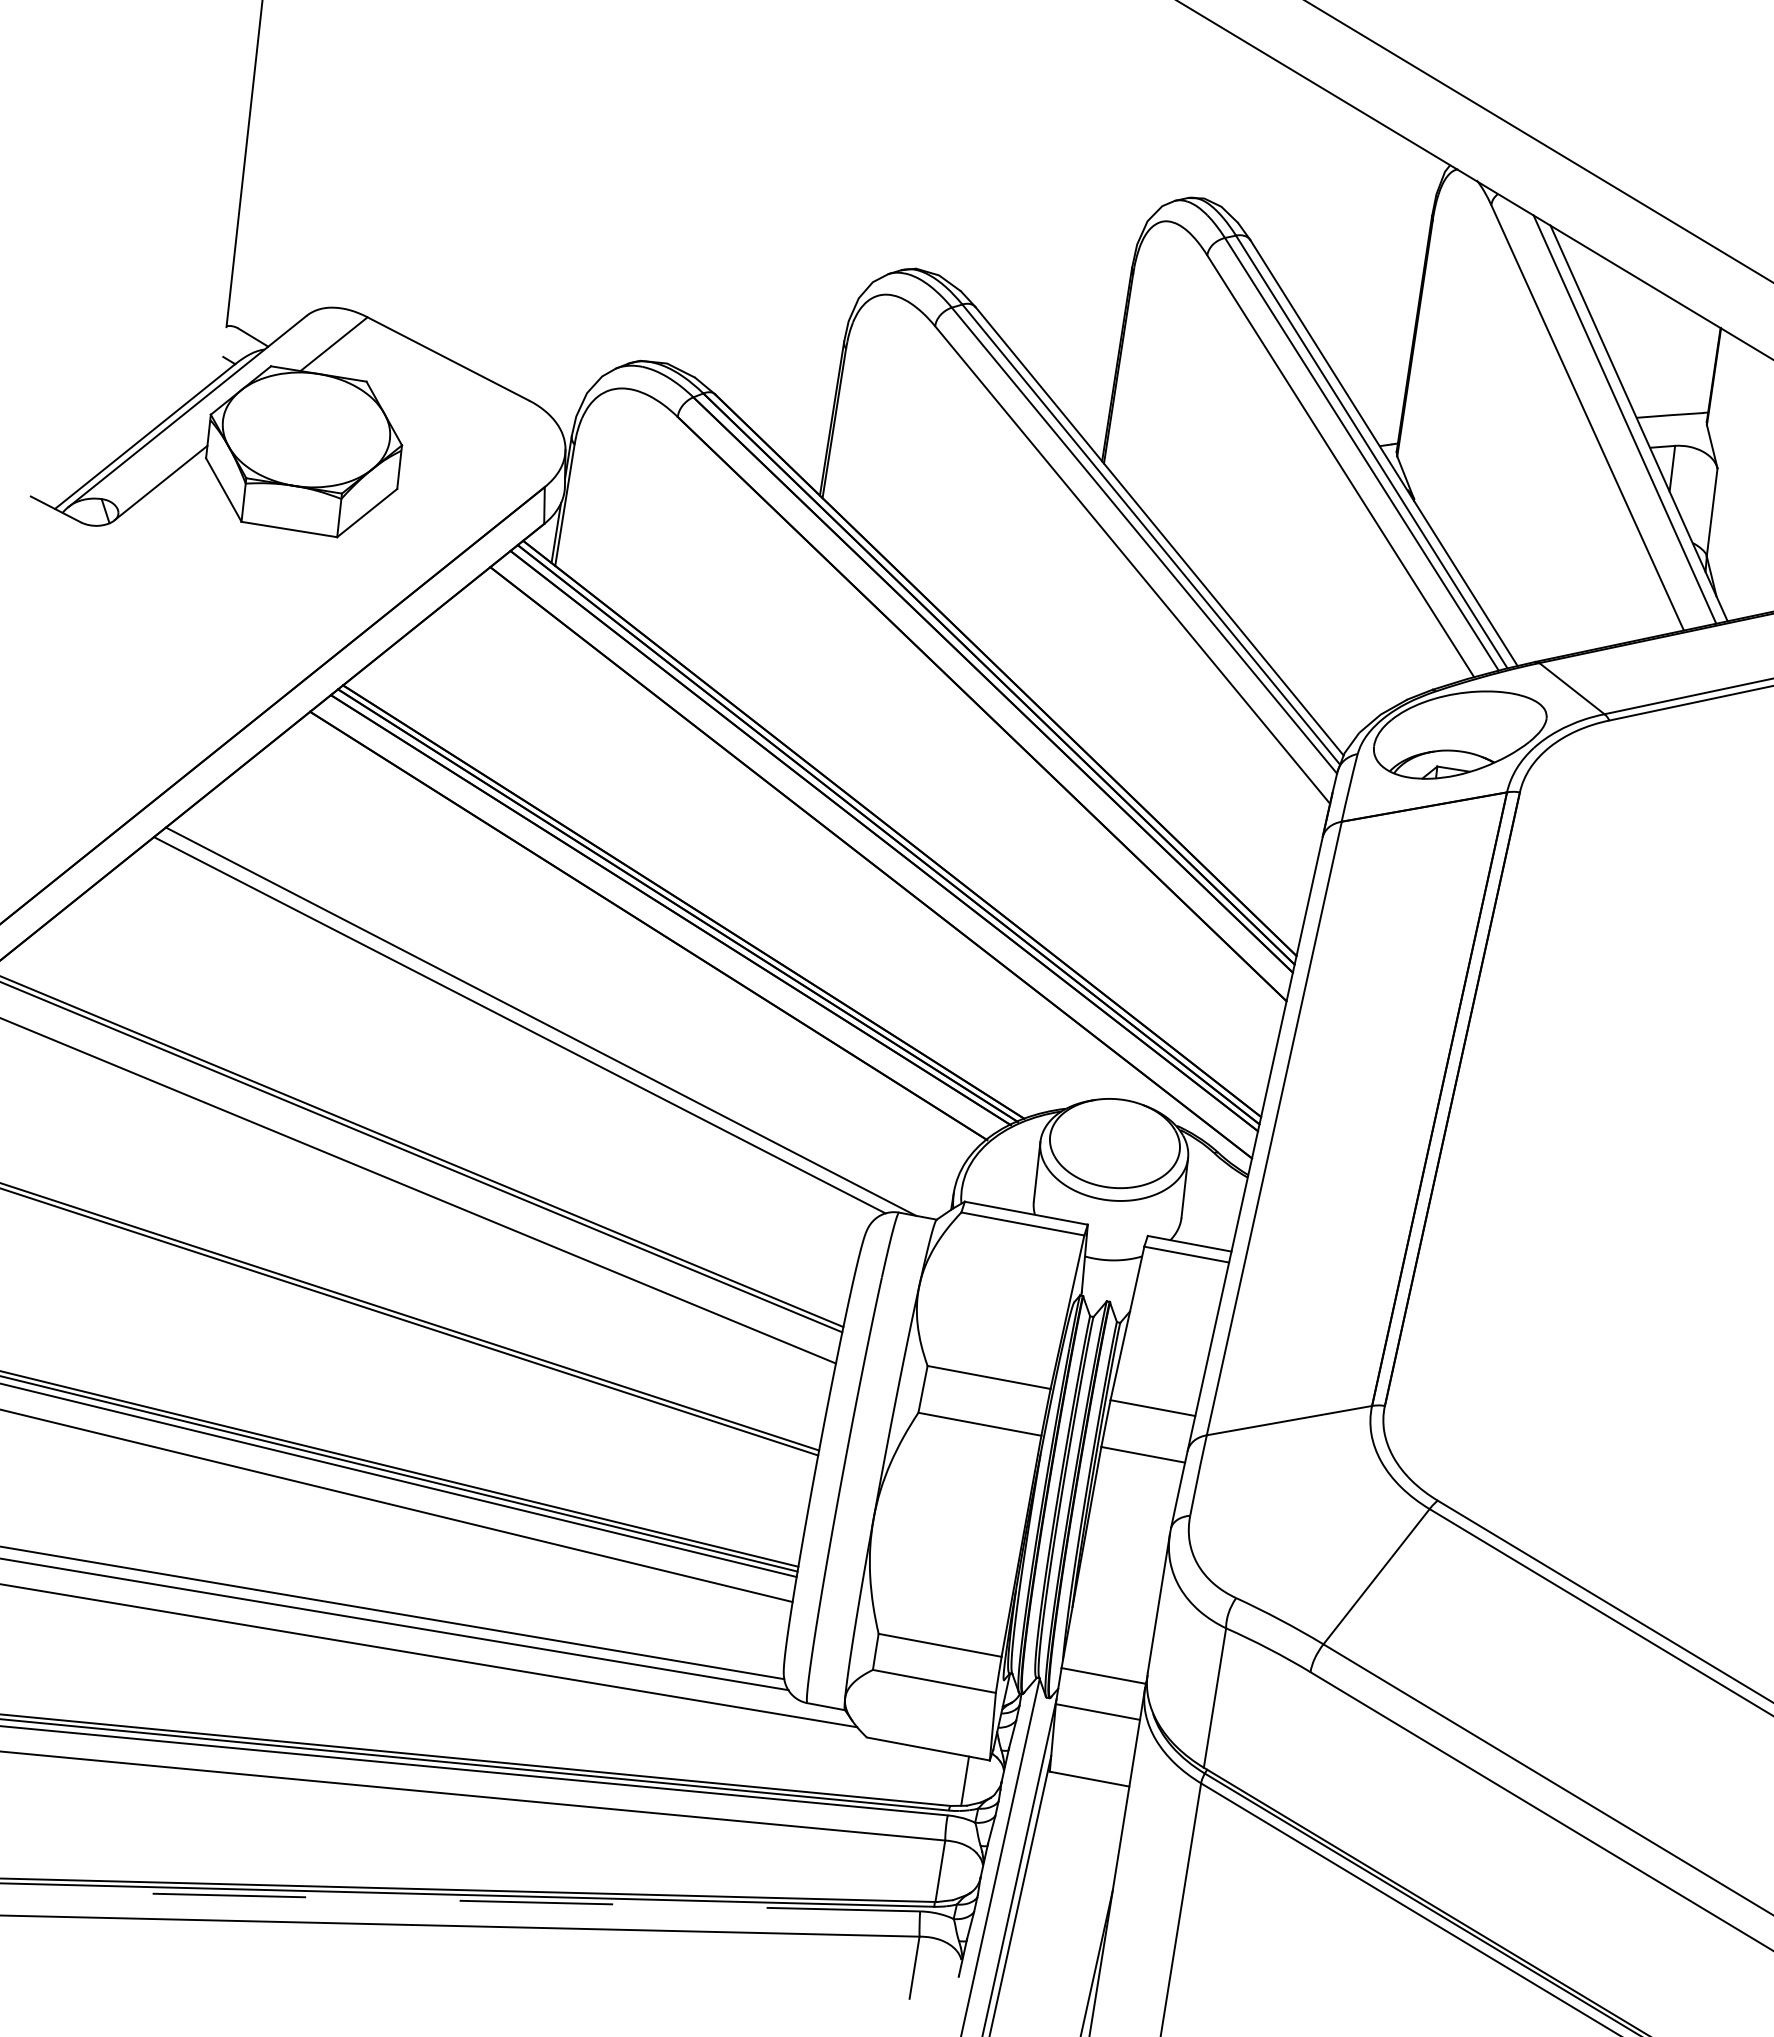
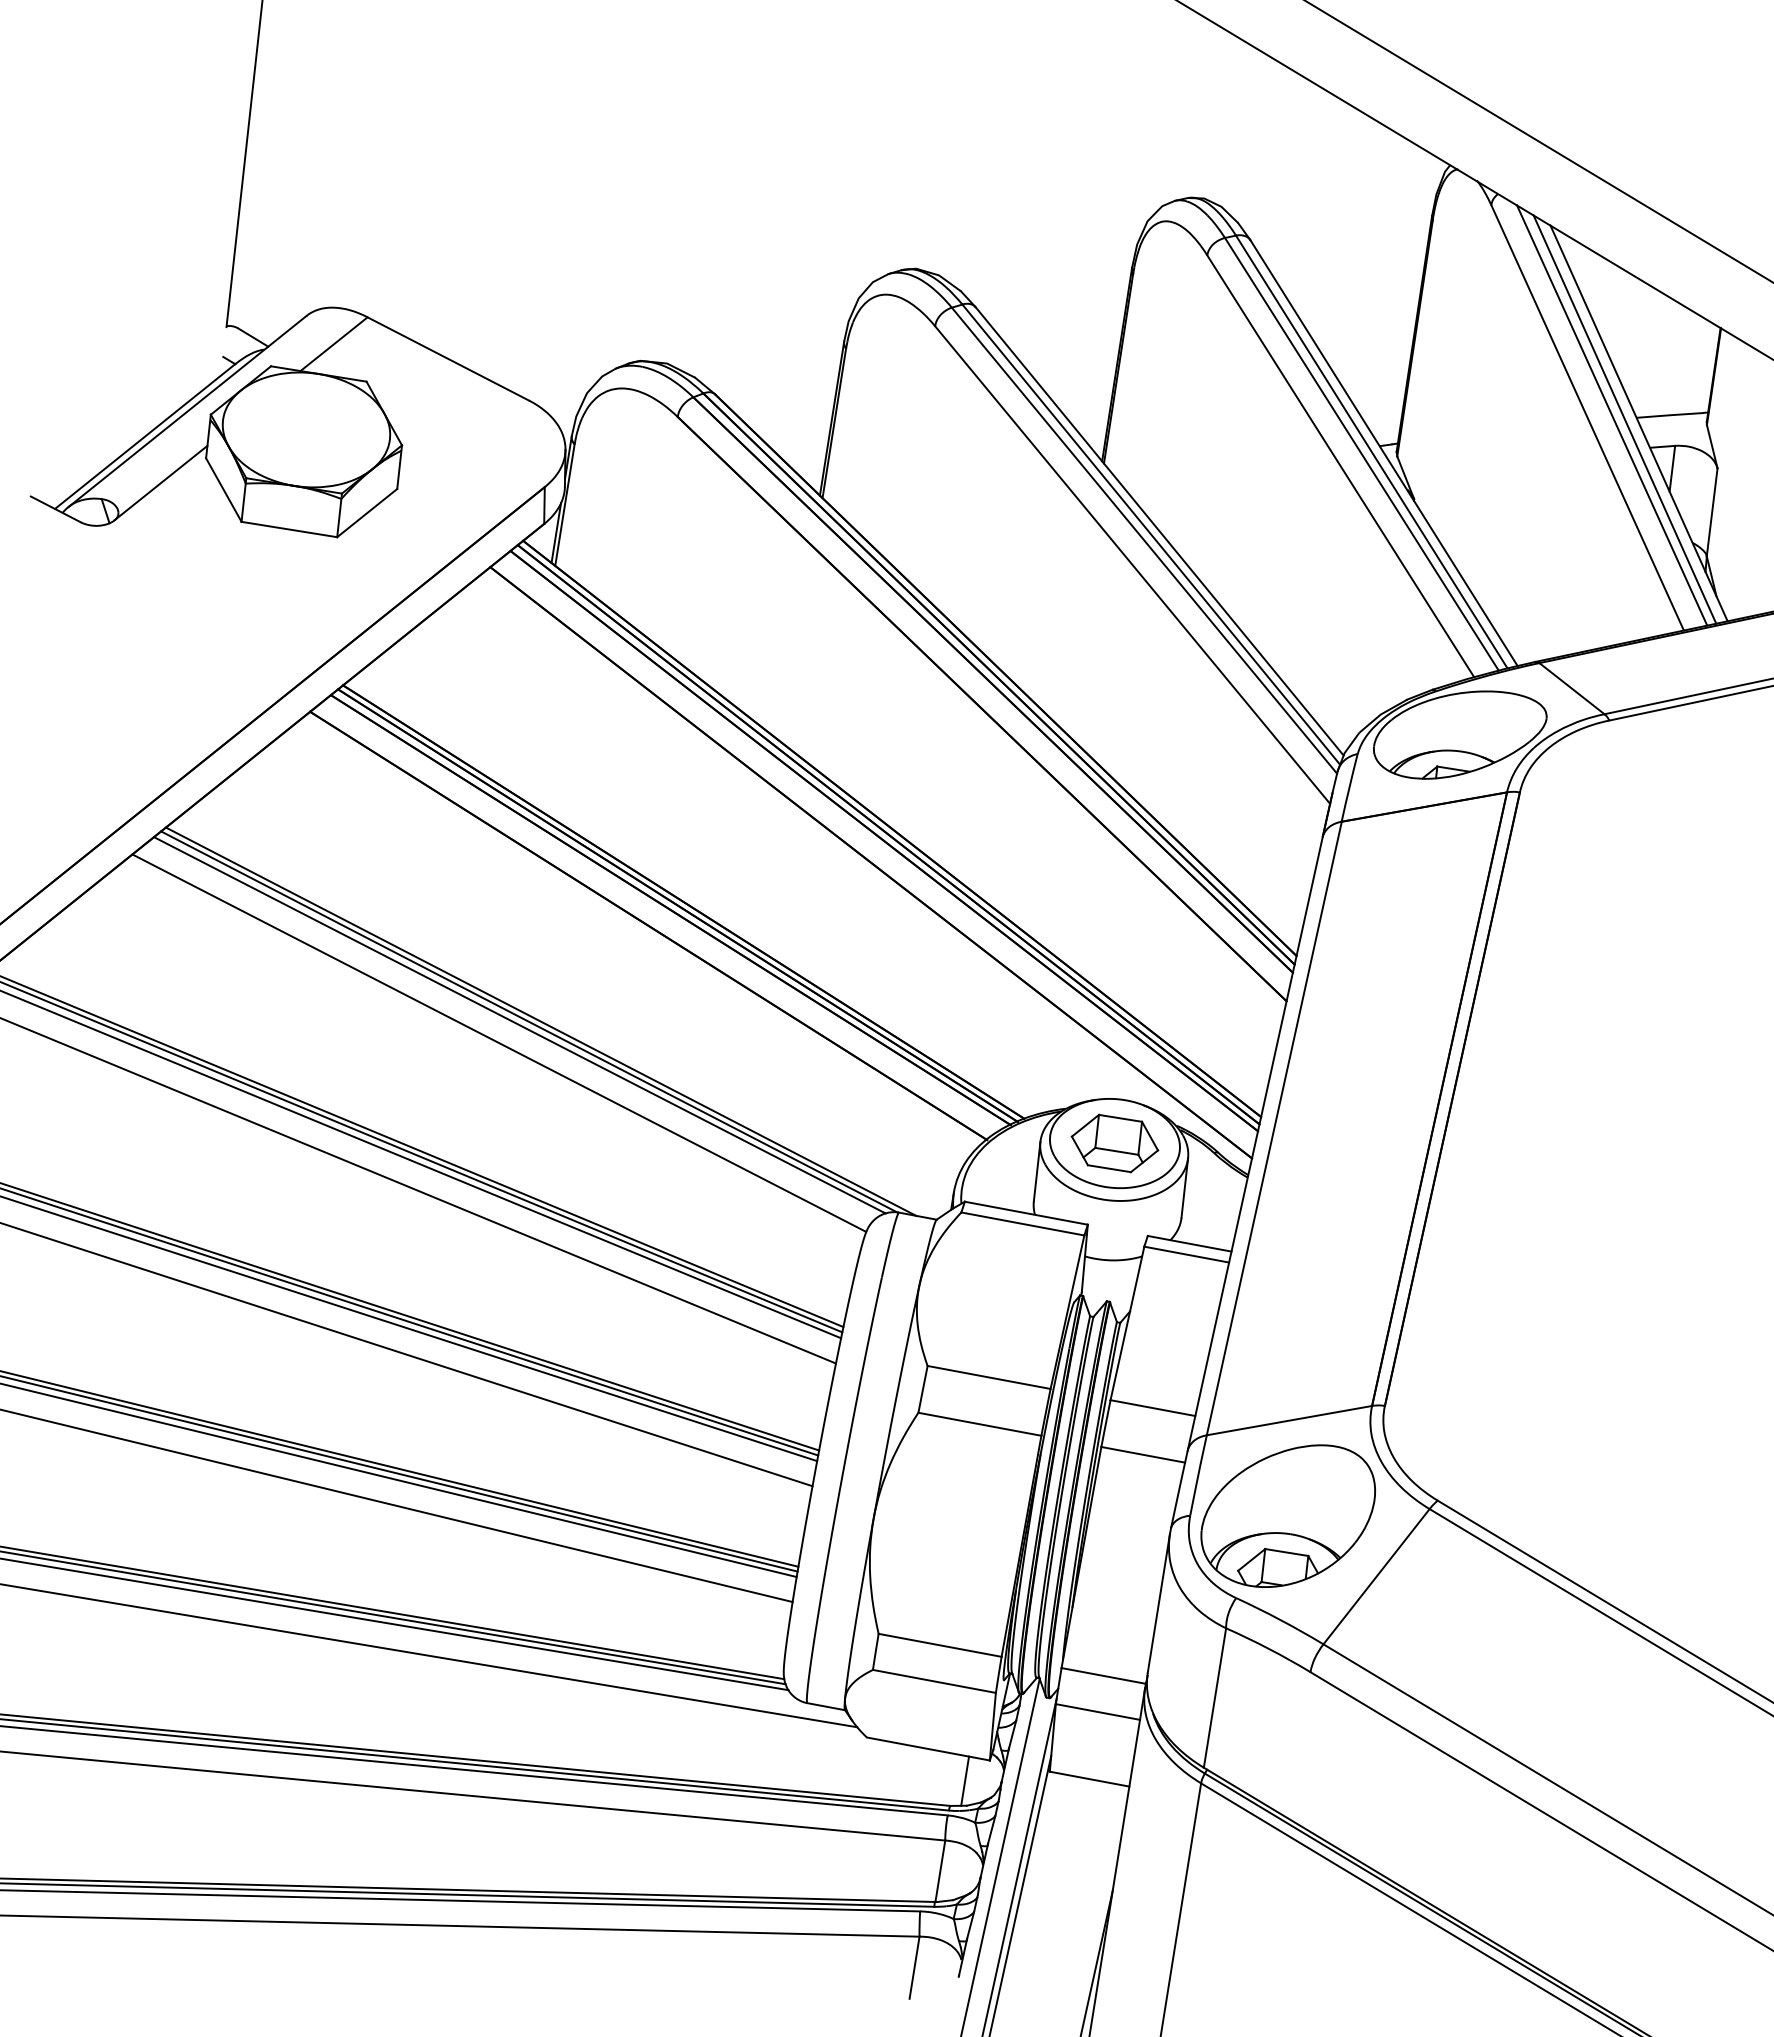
line at (1612, 415): none -> present
line at (529, 1021): none -> present
line at (499, 1042): none -> present
part at (1114, 1143): none -> present
line at (421, 1164): none -> present
line at (409, 1329): none -> present
line at (407, 1354): none -> present
part at (1287, 1515): none -> present
line at (393, 1617): none -> present
line at (460, 1900): dashed -> solid
